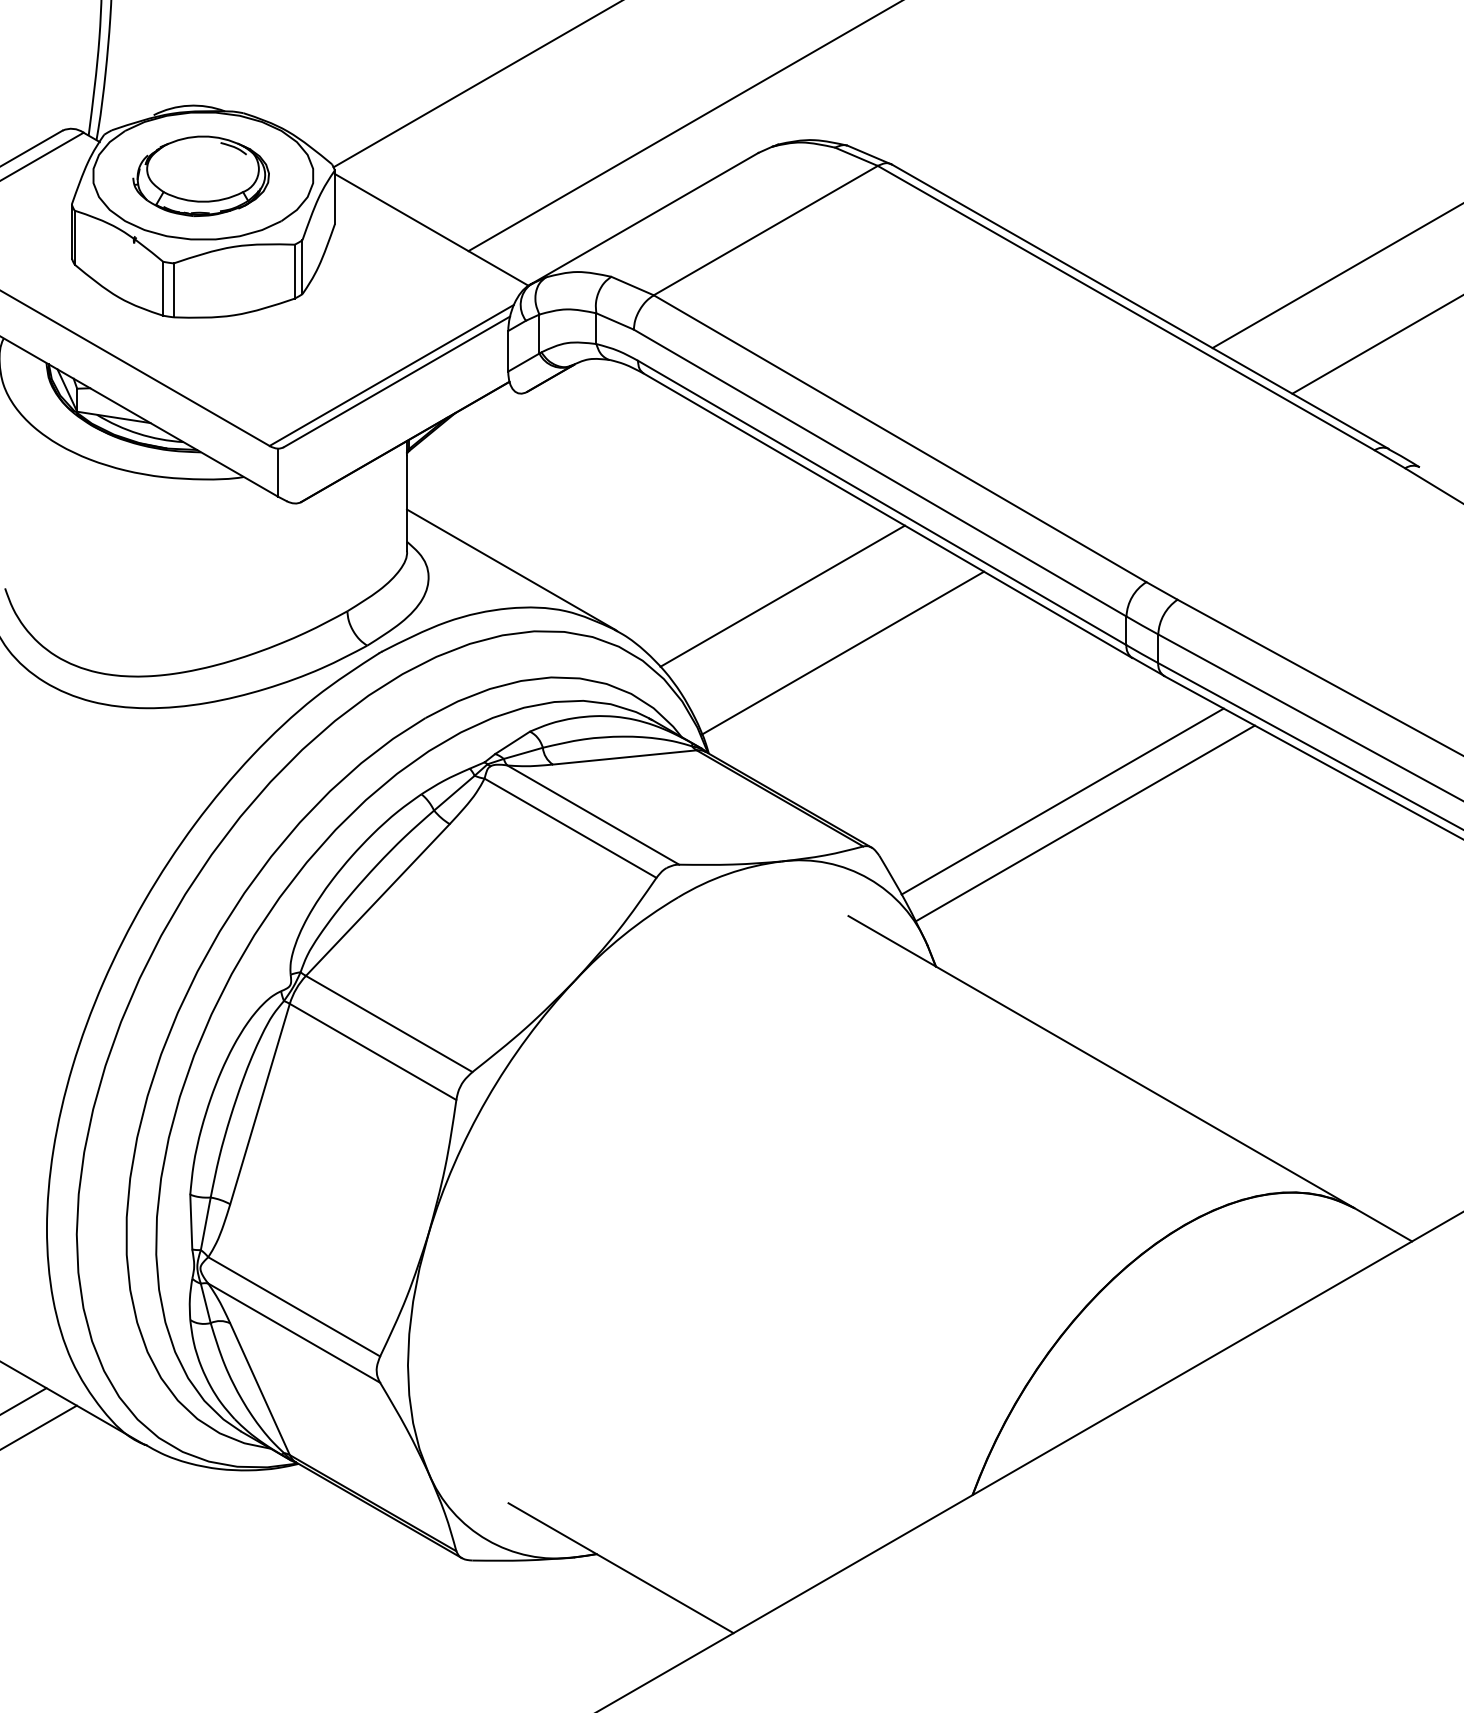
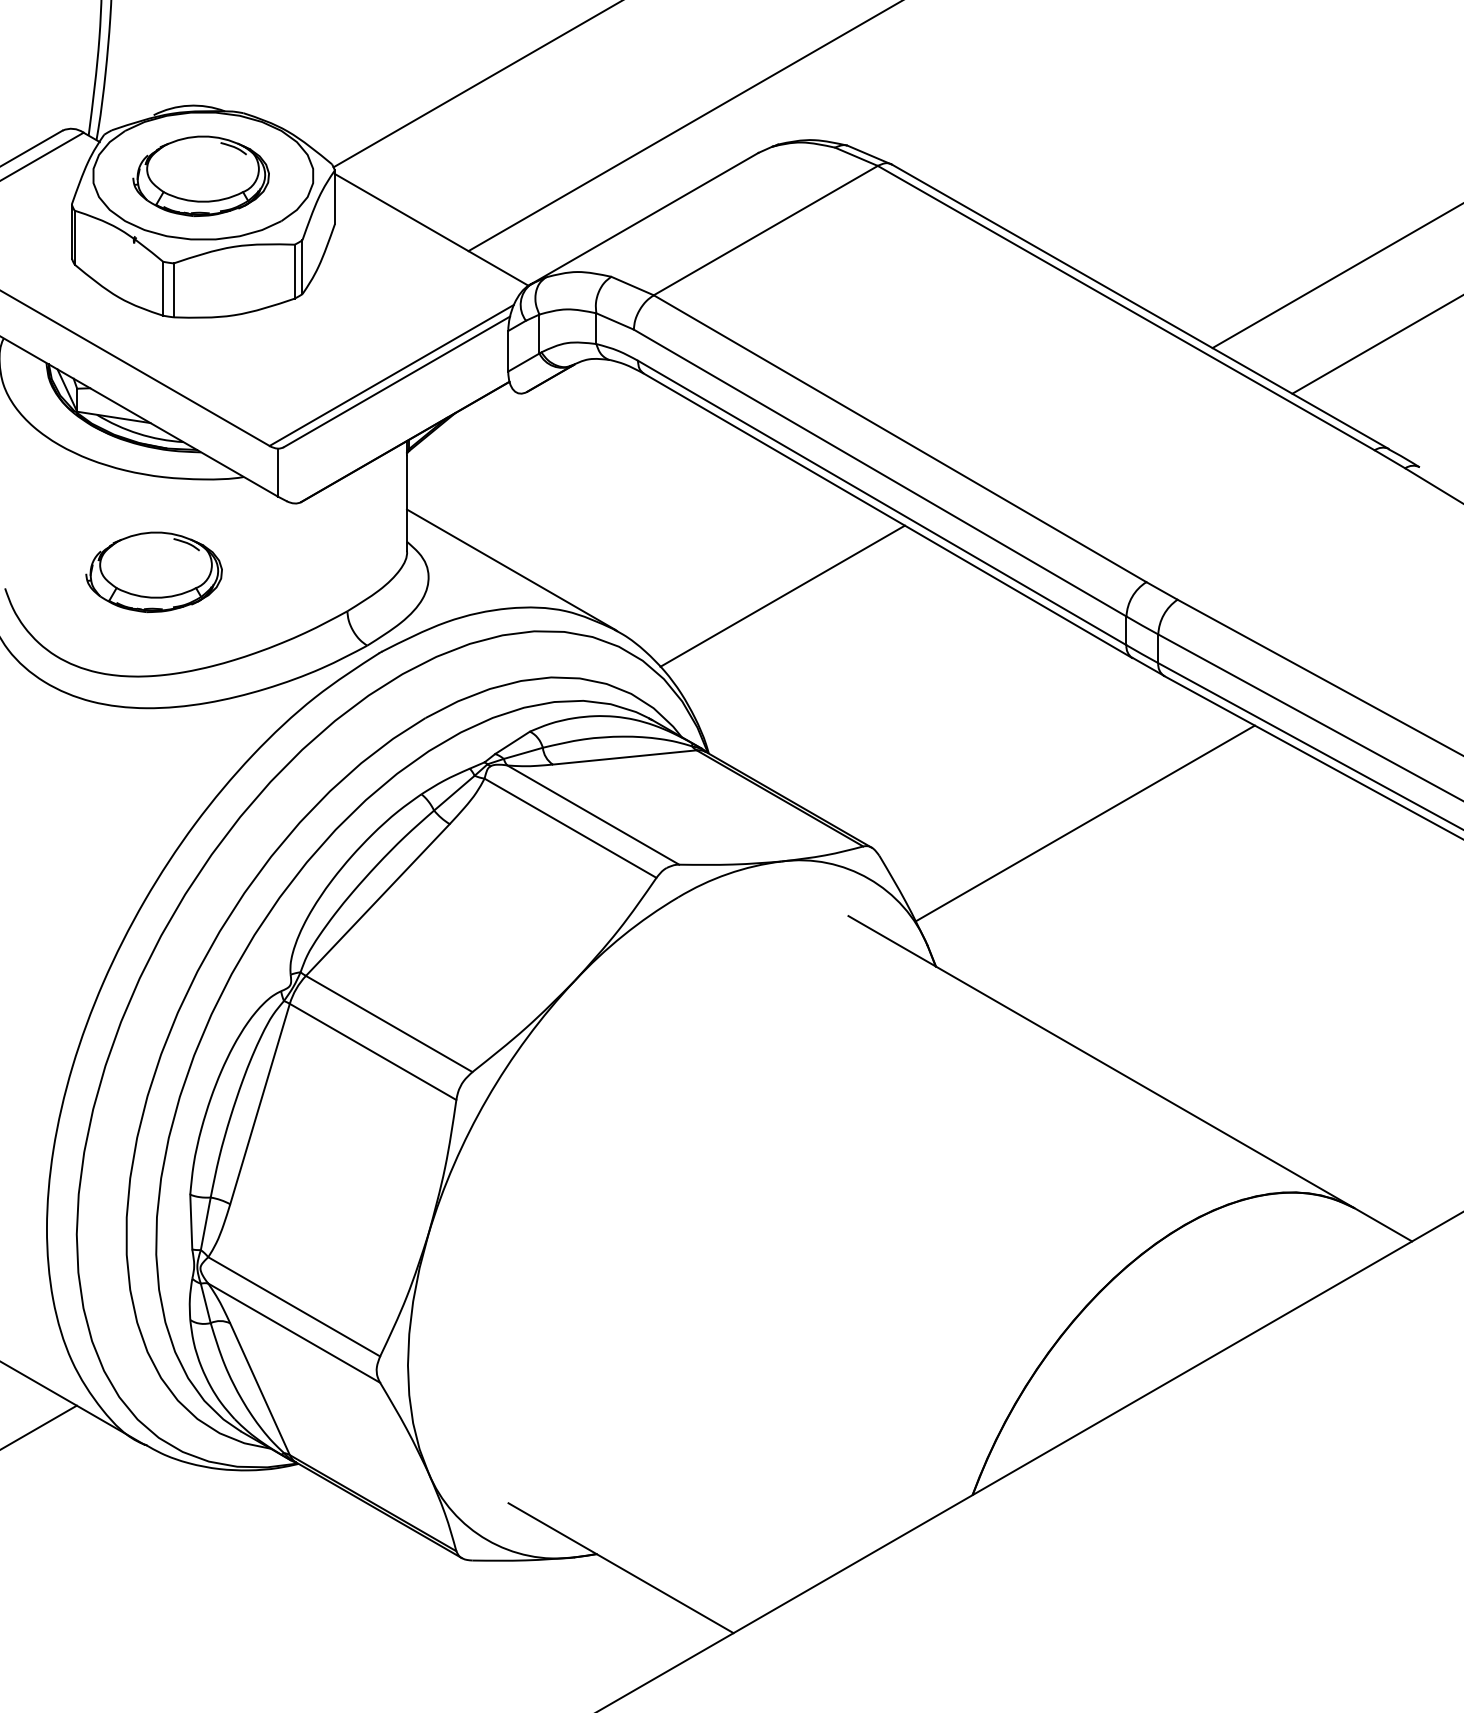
part at (153, 572): none -> present
line at (842, 652): present -> none
line at (1062, 801): present -> none
line at (24, 1400): present -> none
